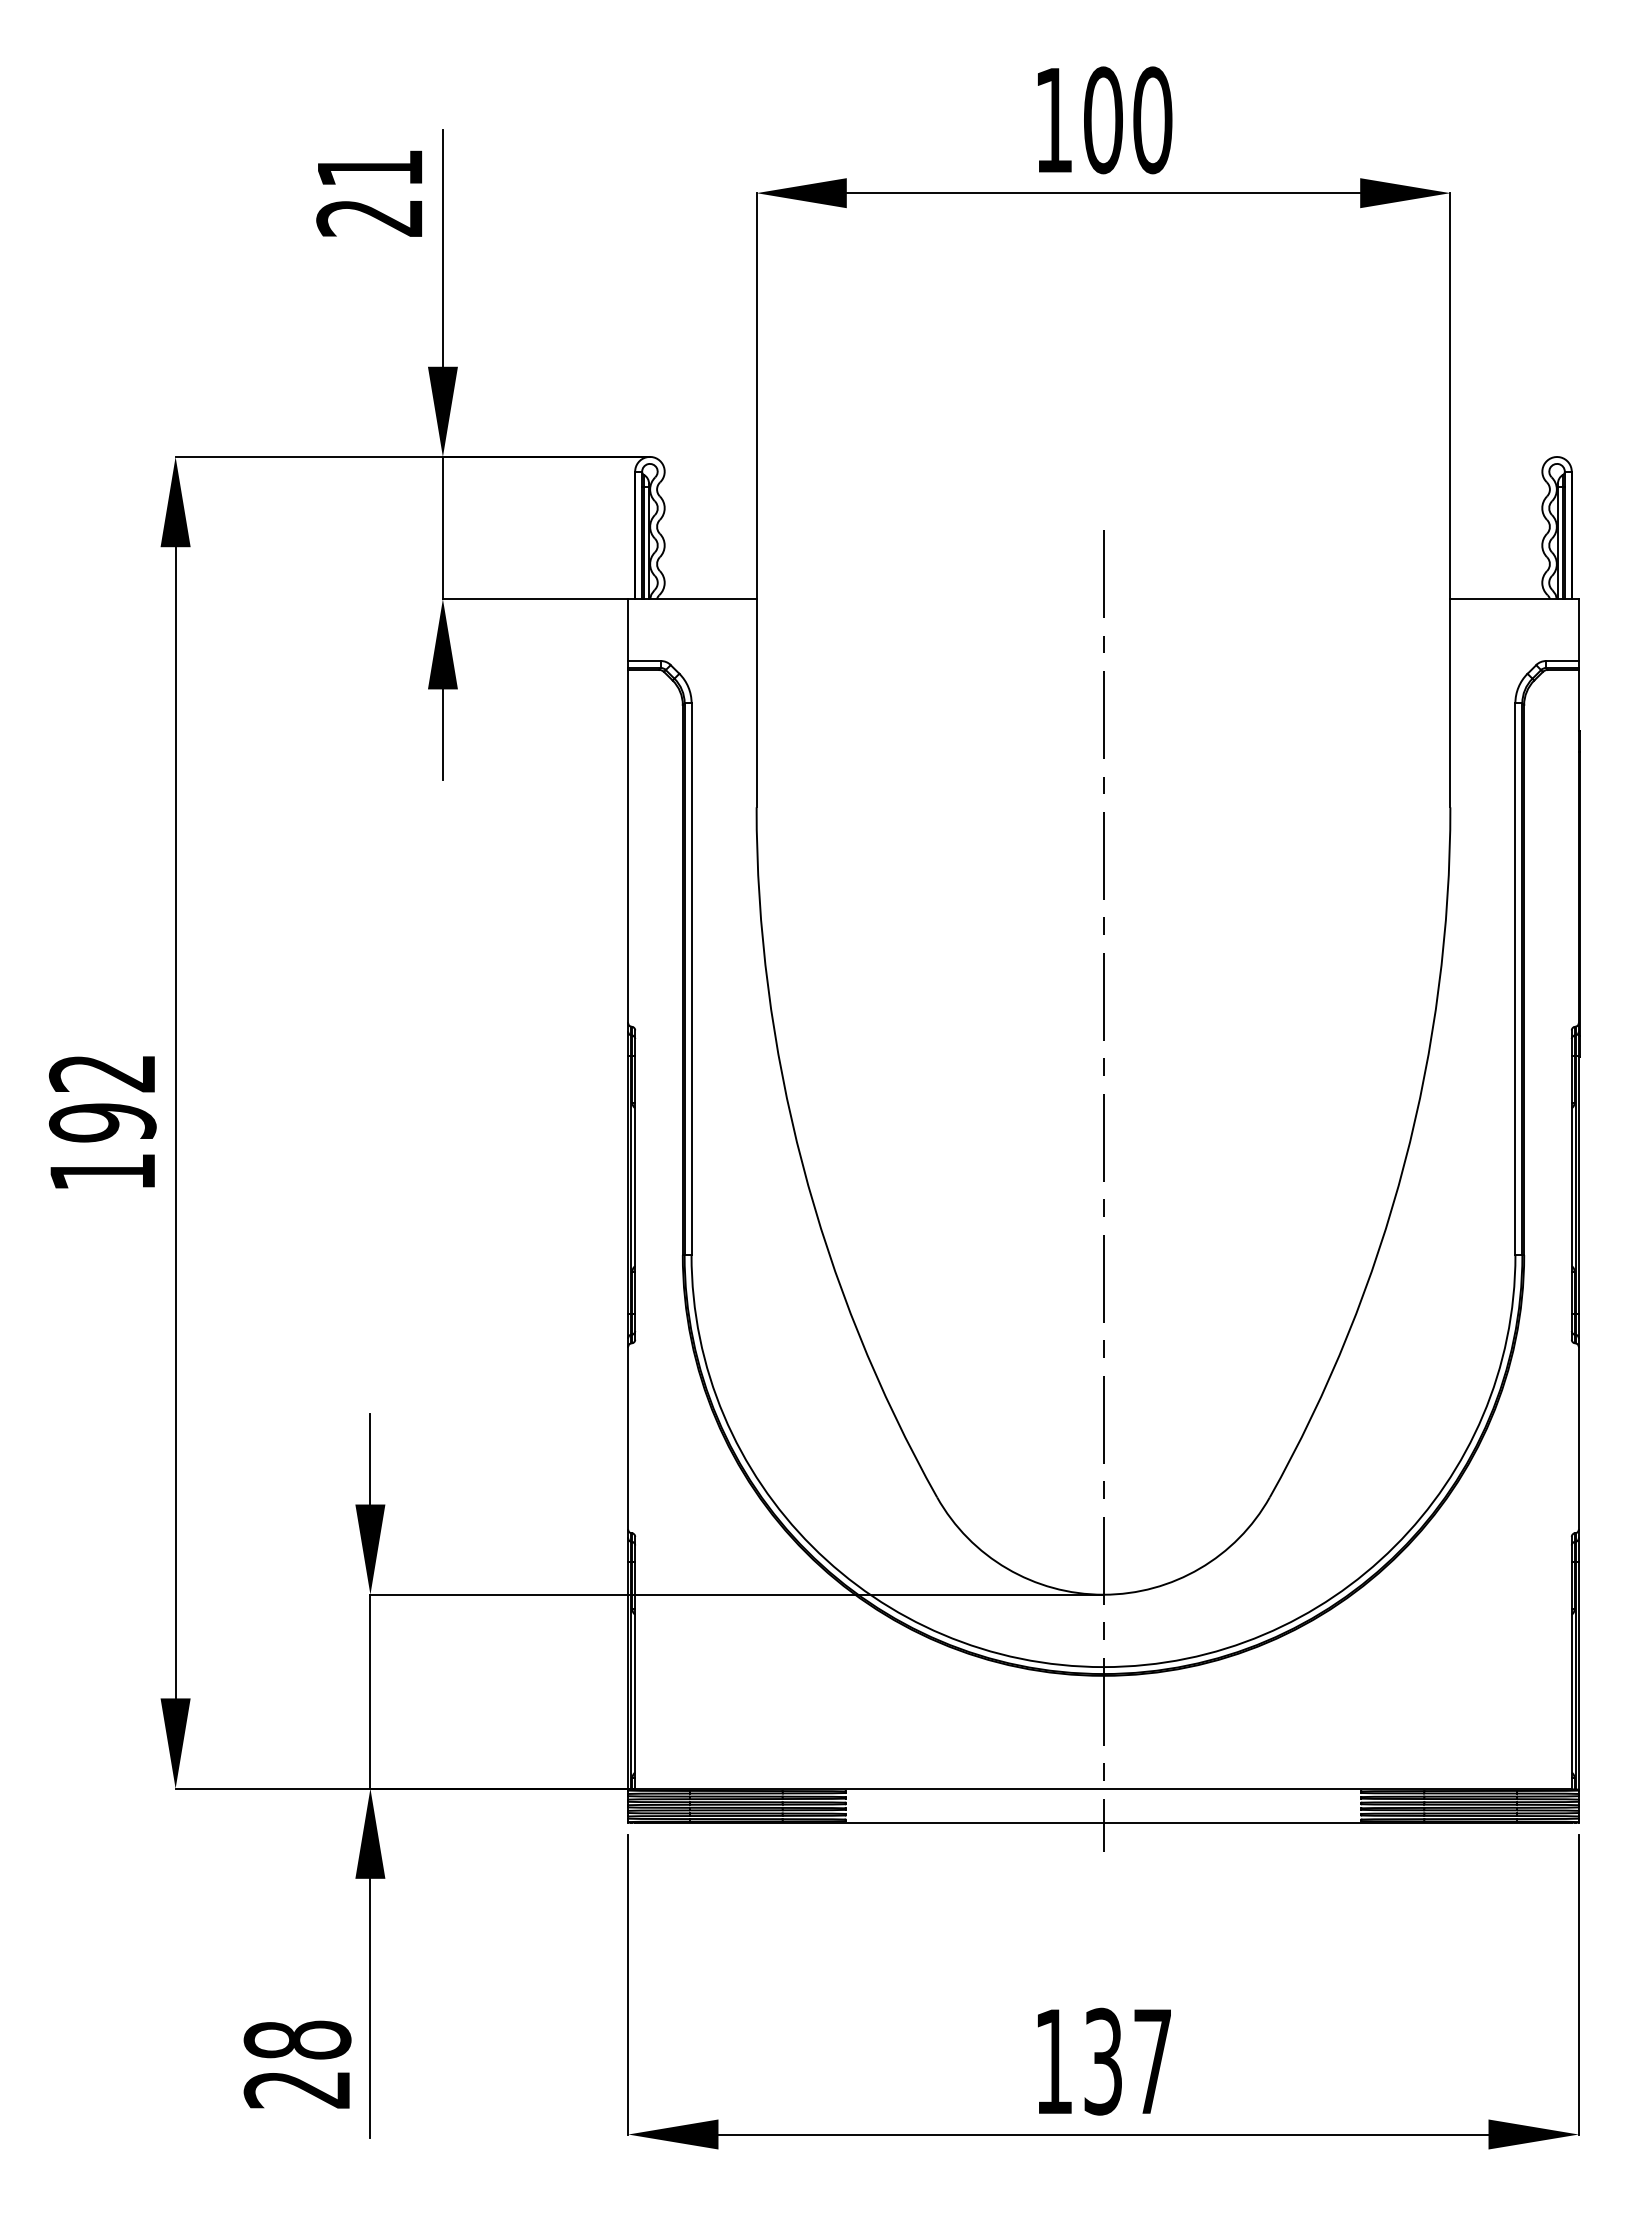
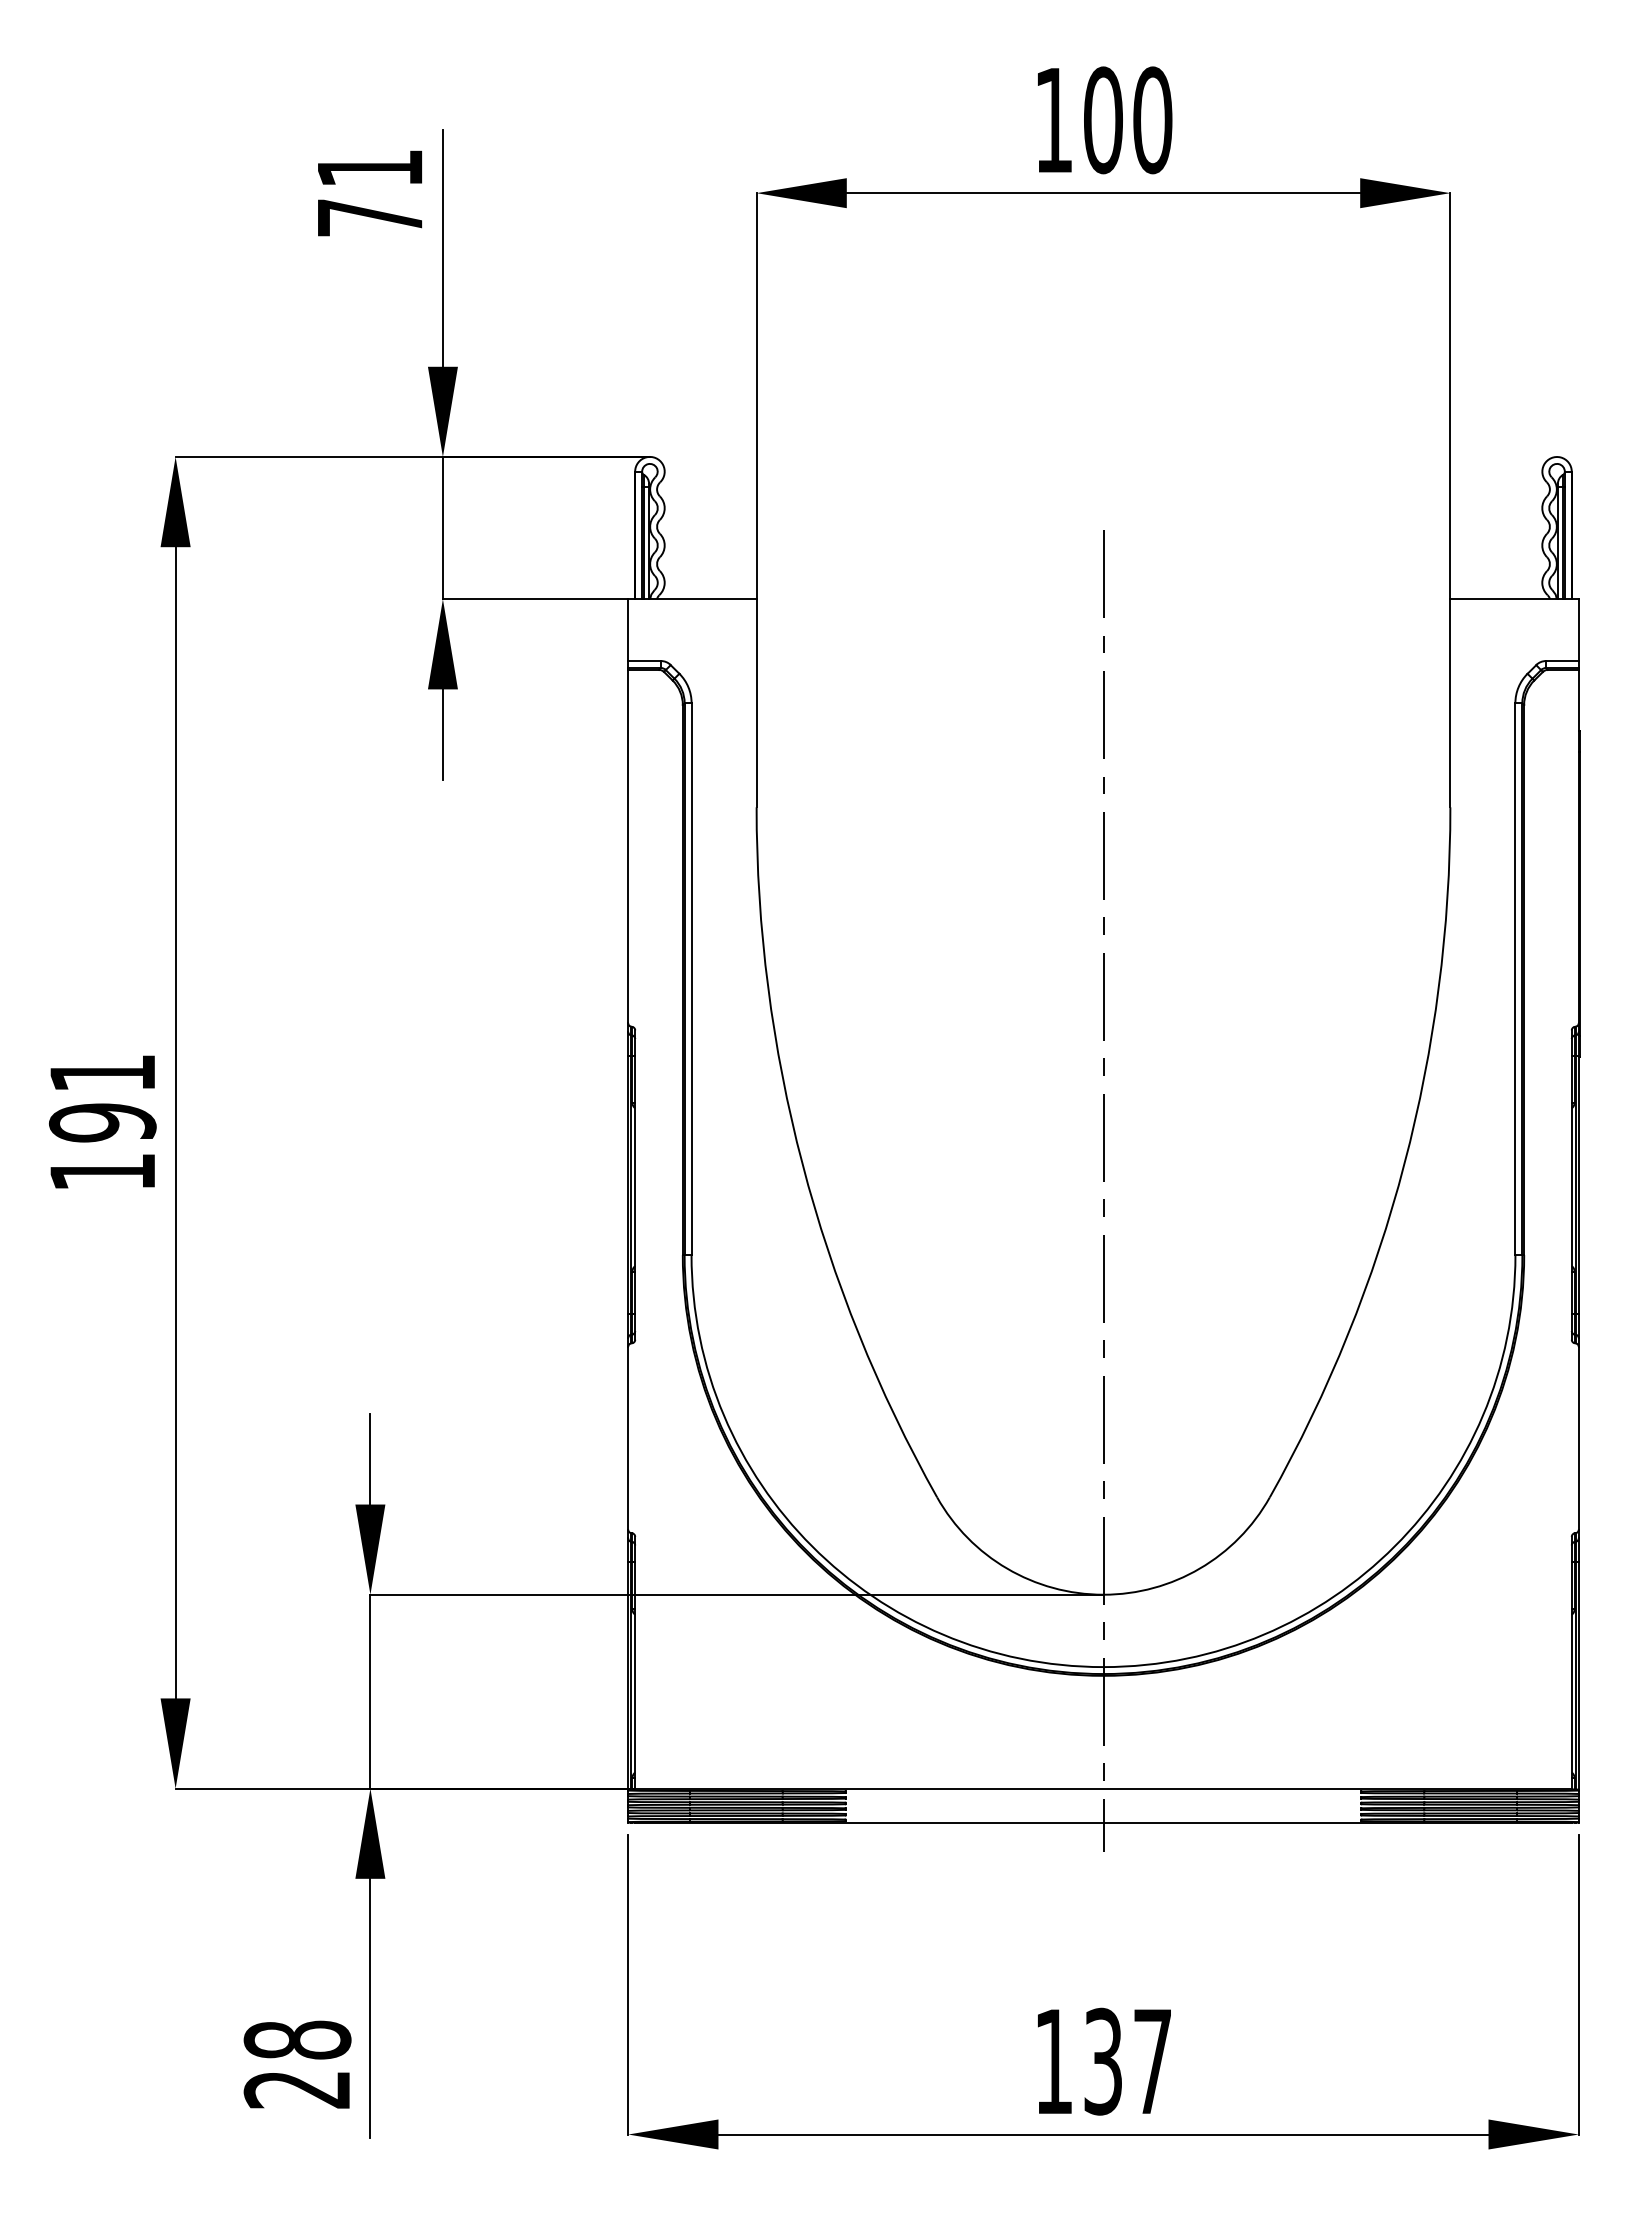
text at (369, 217): 21 -> 71
text at (101, 1073): 192 -> 191
